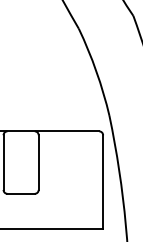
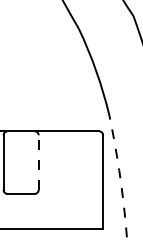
line at (38, 162): solid -> dashed
arc at (120, 178): solid -> dashed
